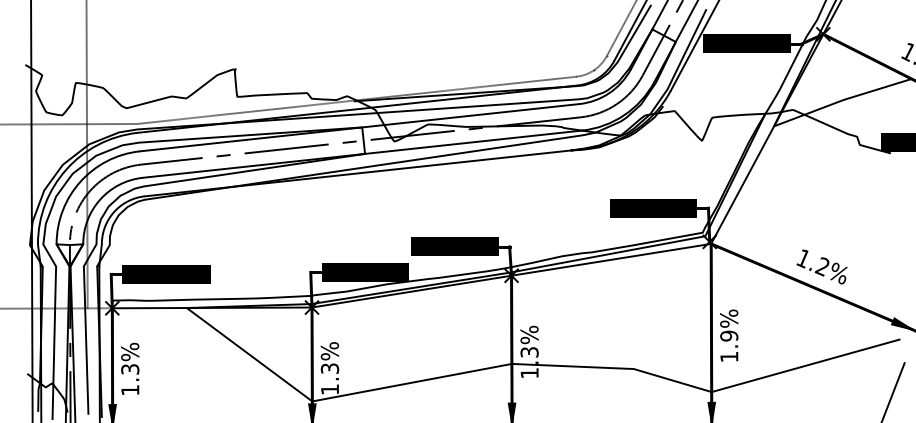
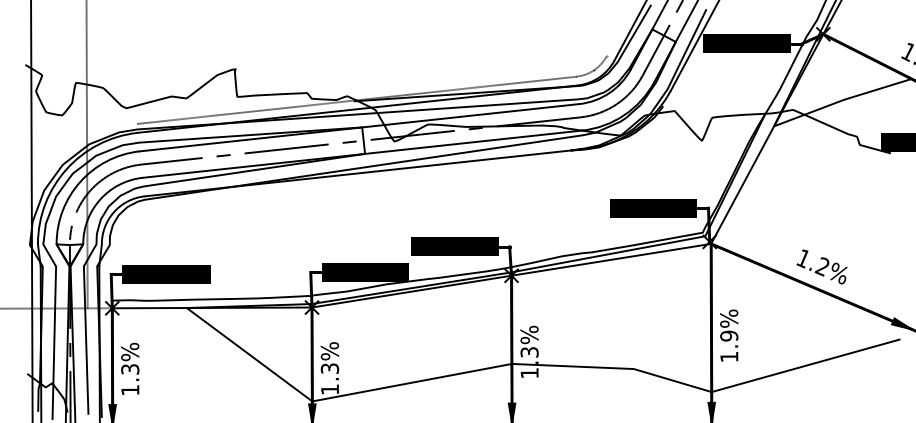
line at (620, 29): present -> none
line at (69, 123): present -> none
line at (893, 391): present -> none
